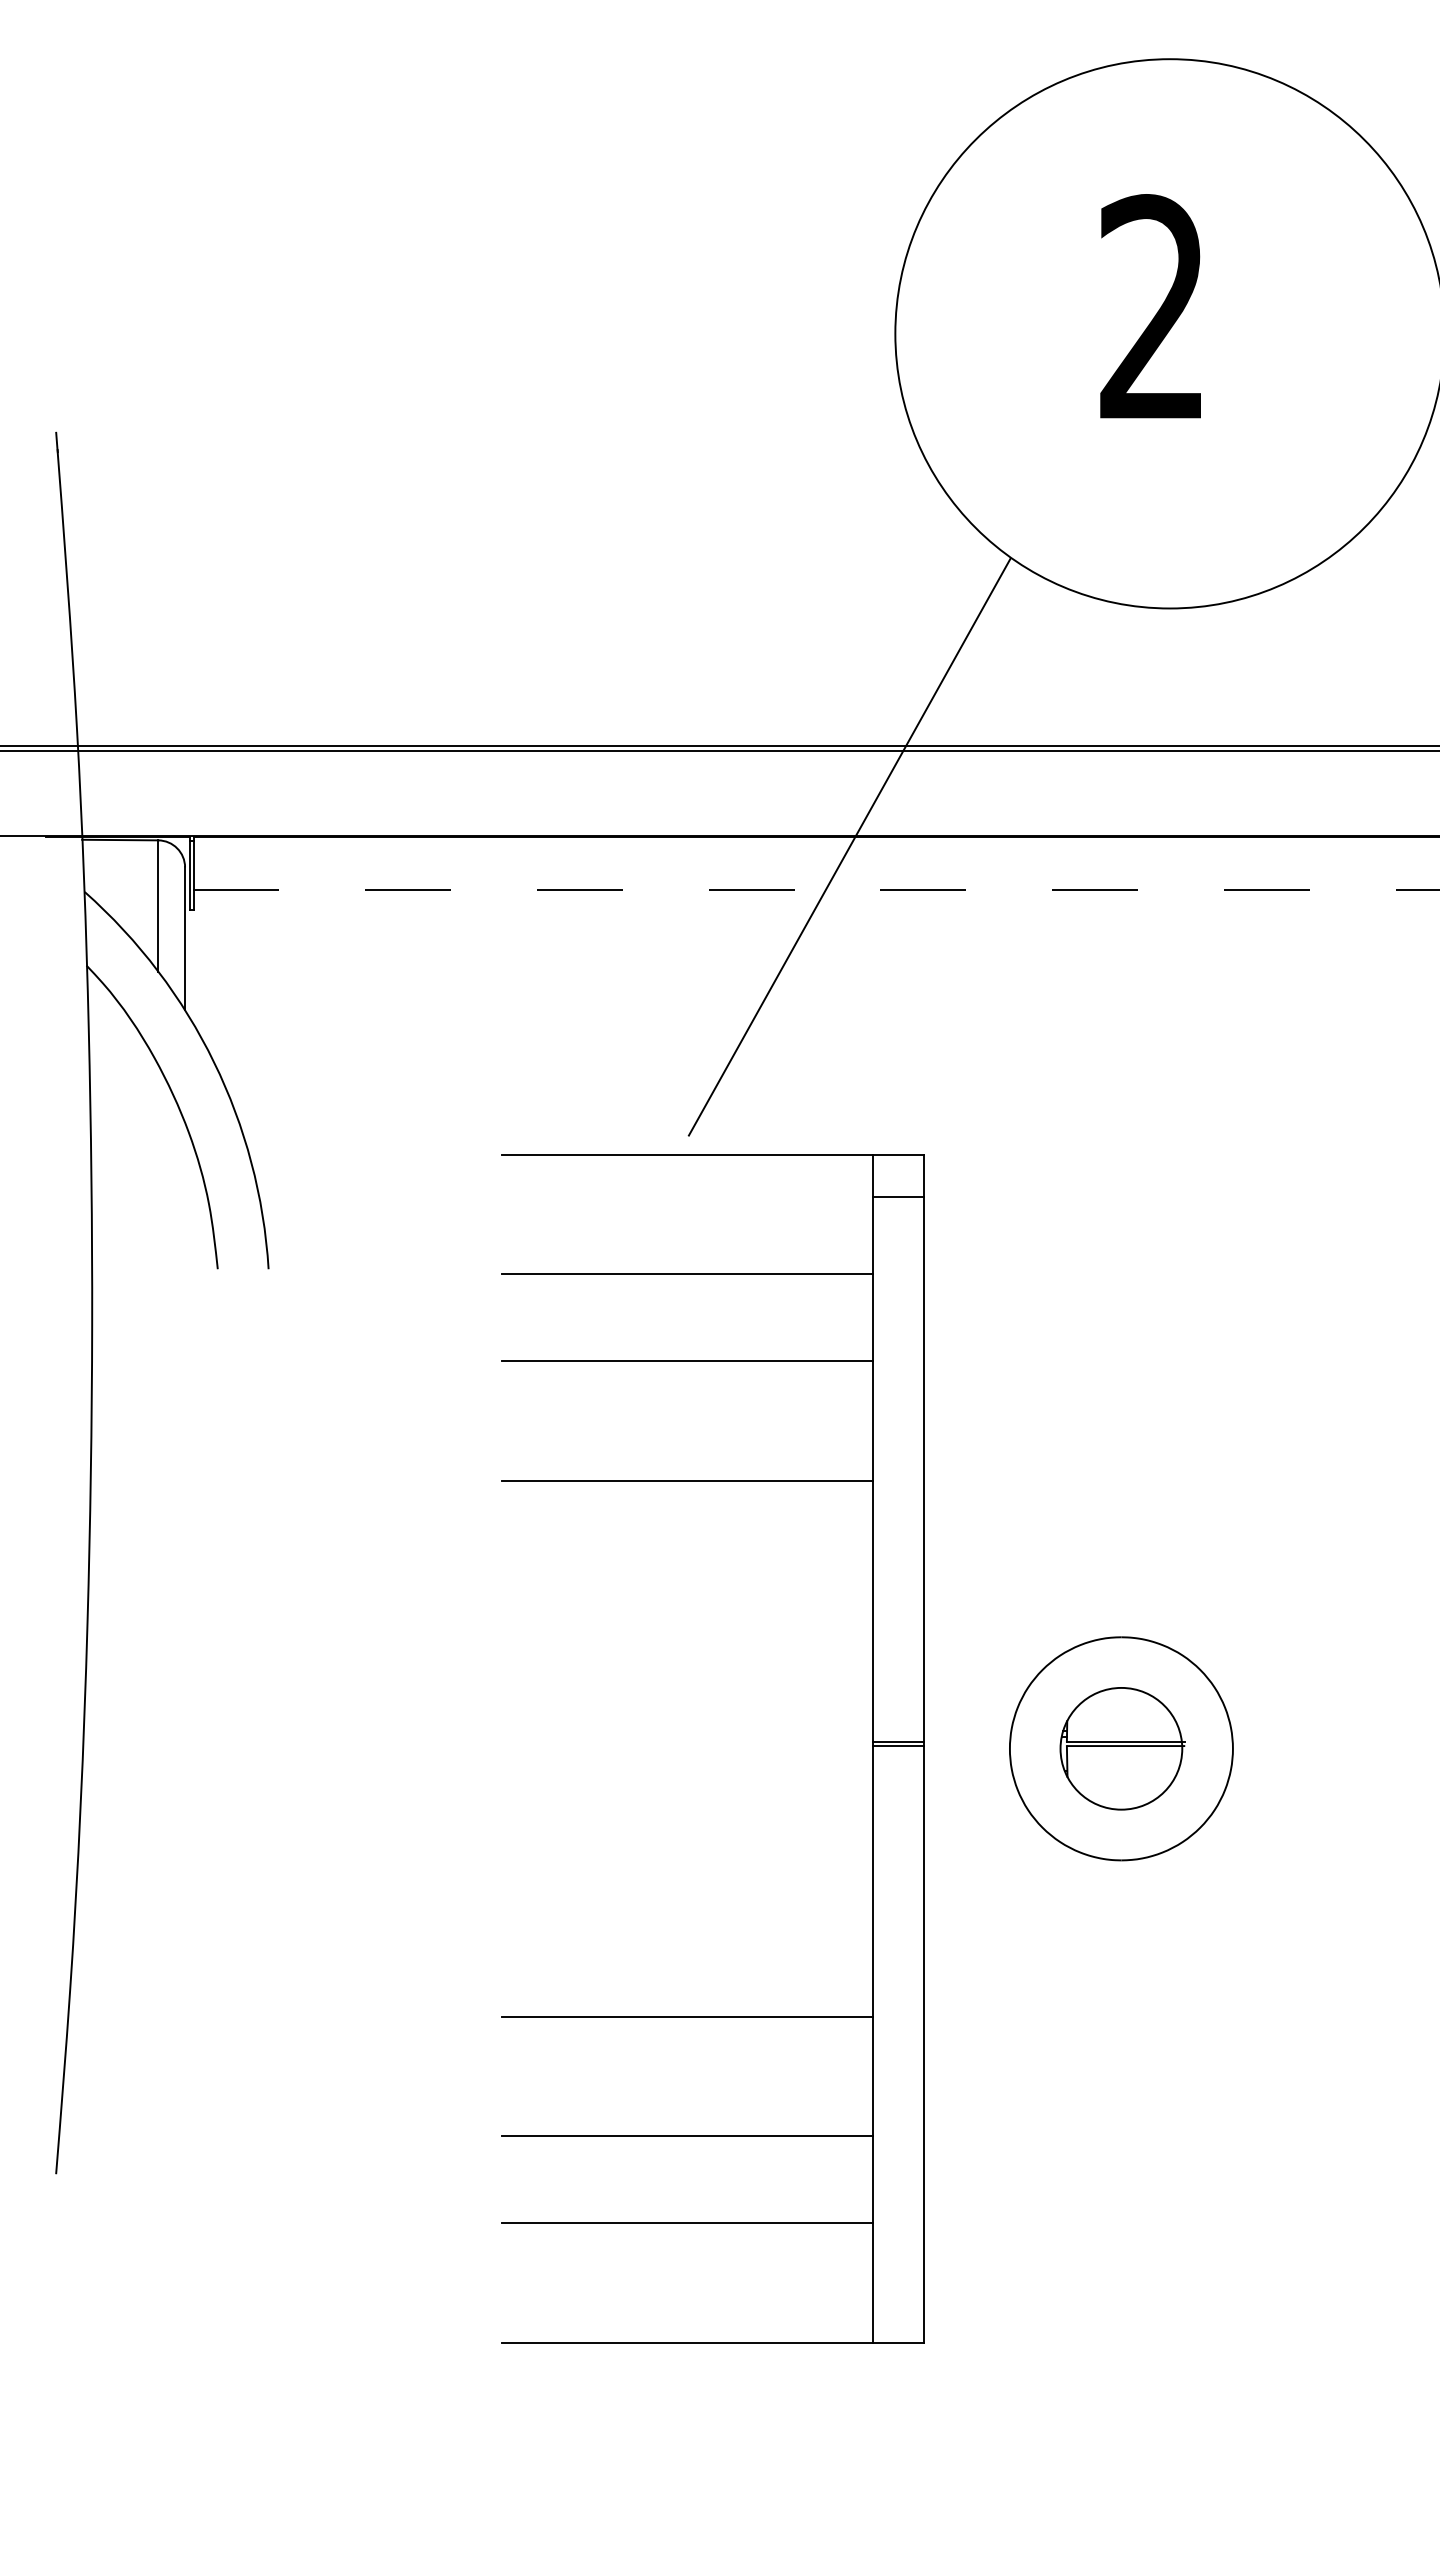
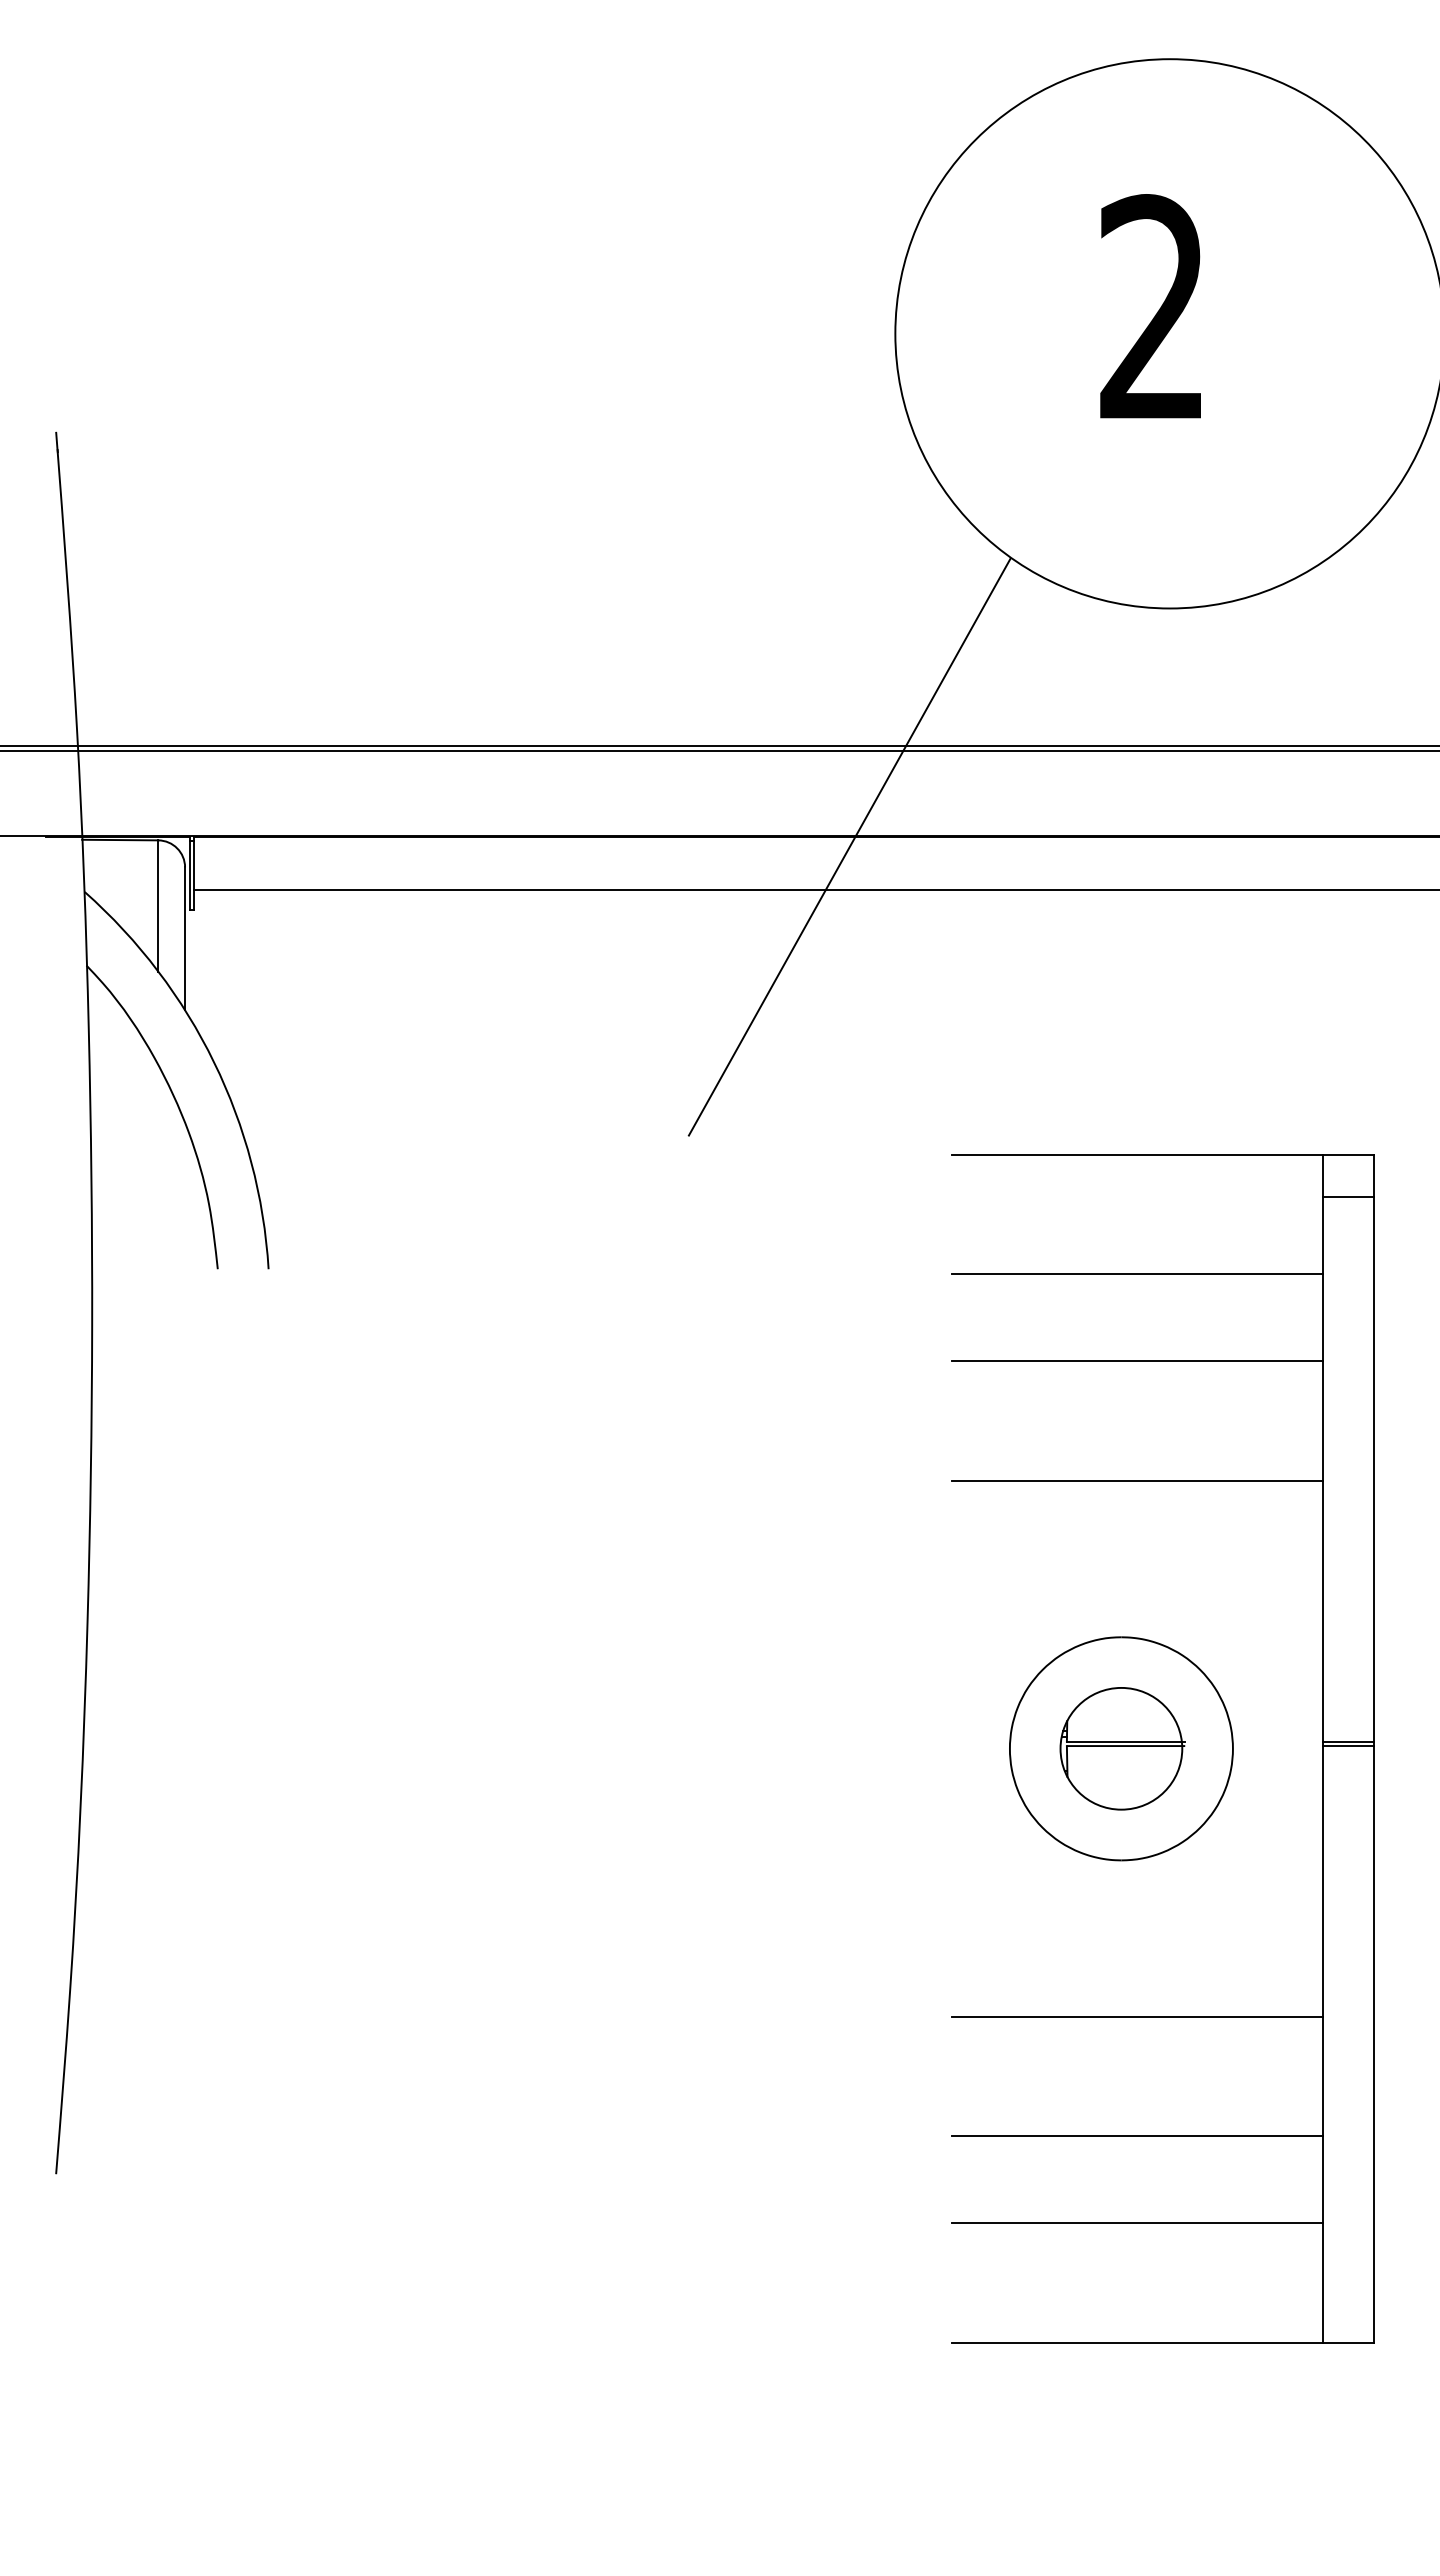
line at (816, 890): dashed -> solid
part at (872, 1748) position: (872, 1748) -> (1322, 1748)
